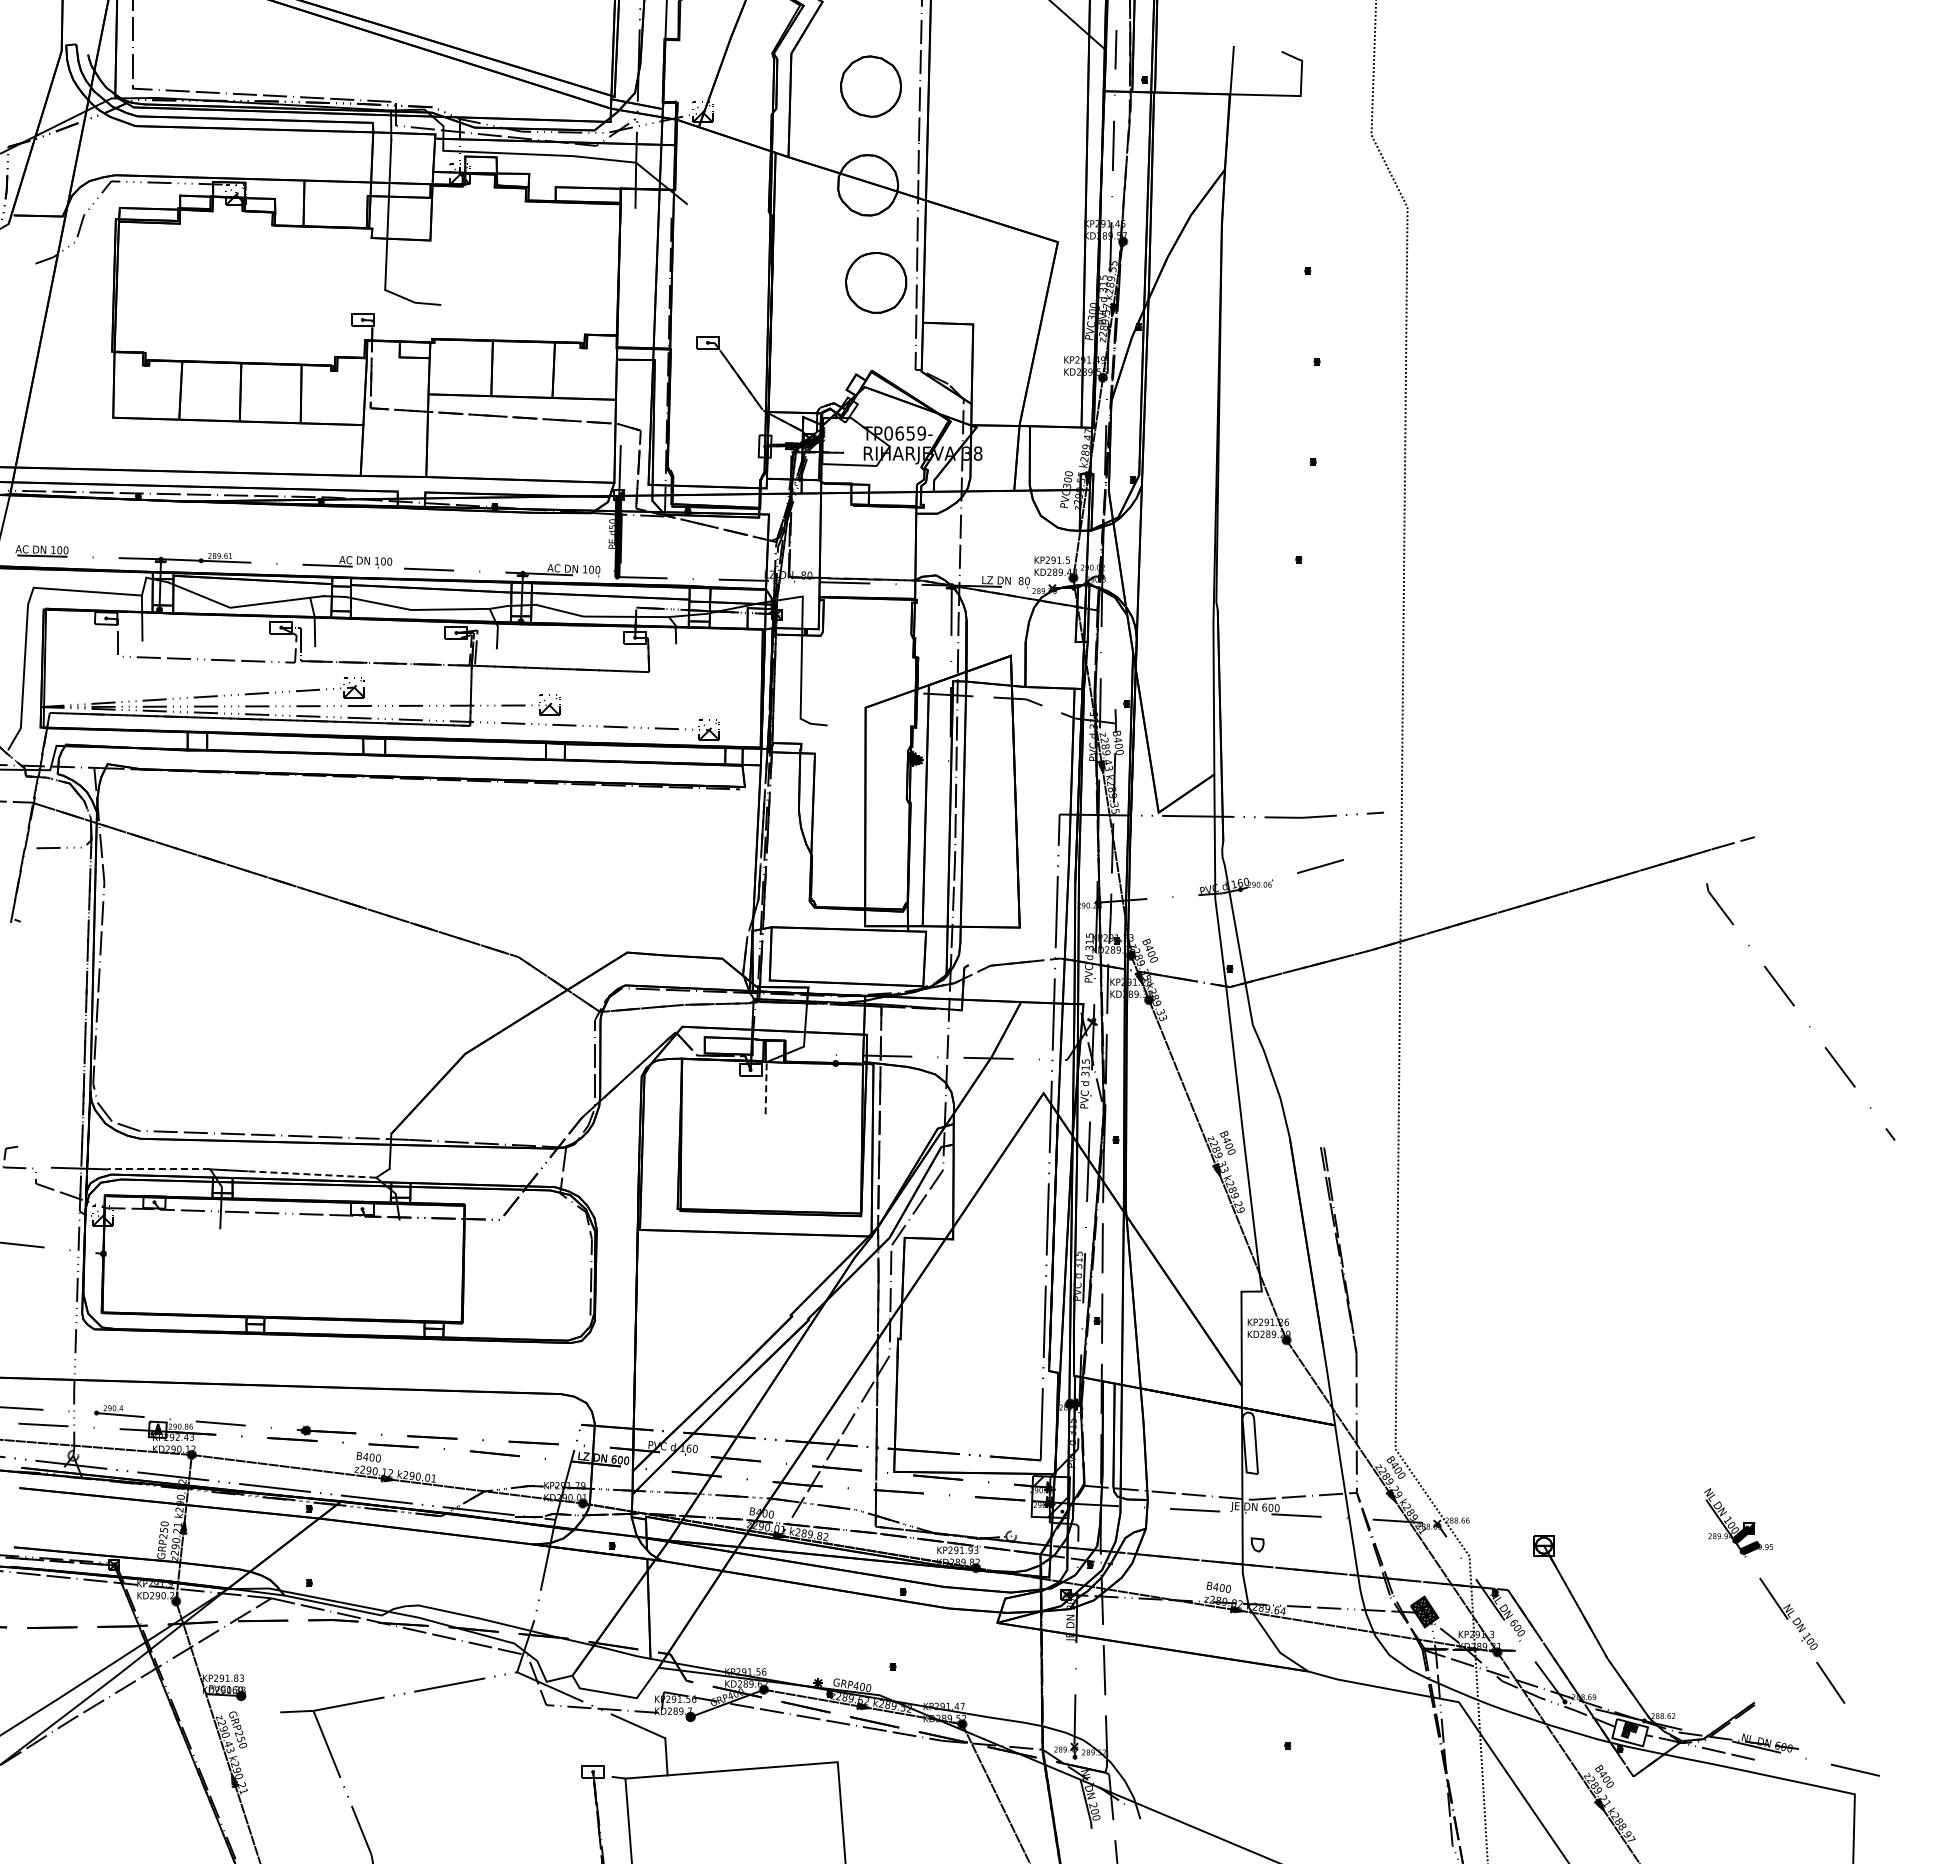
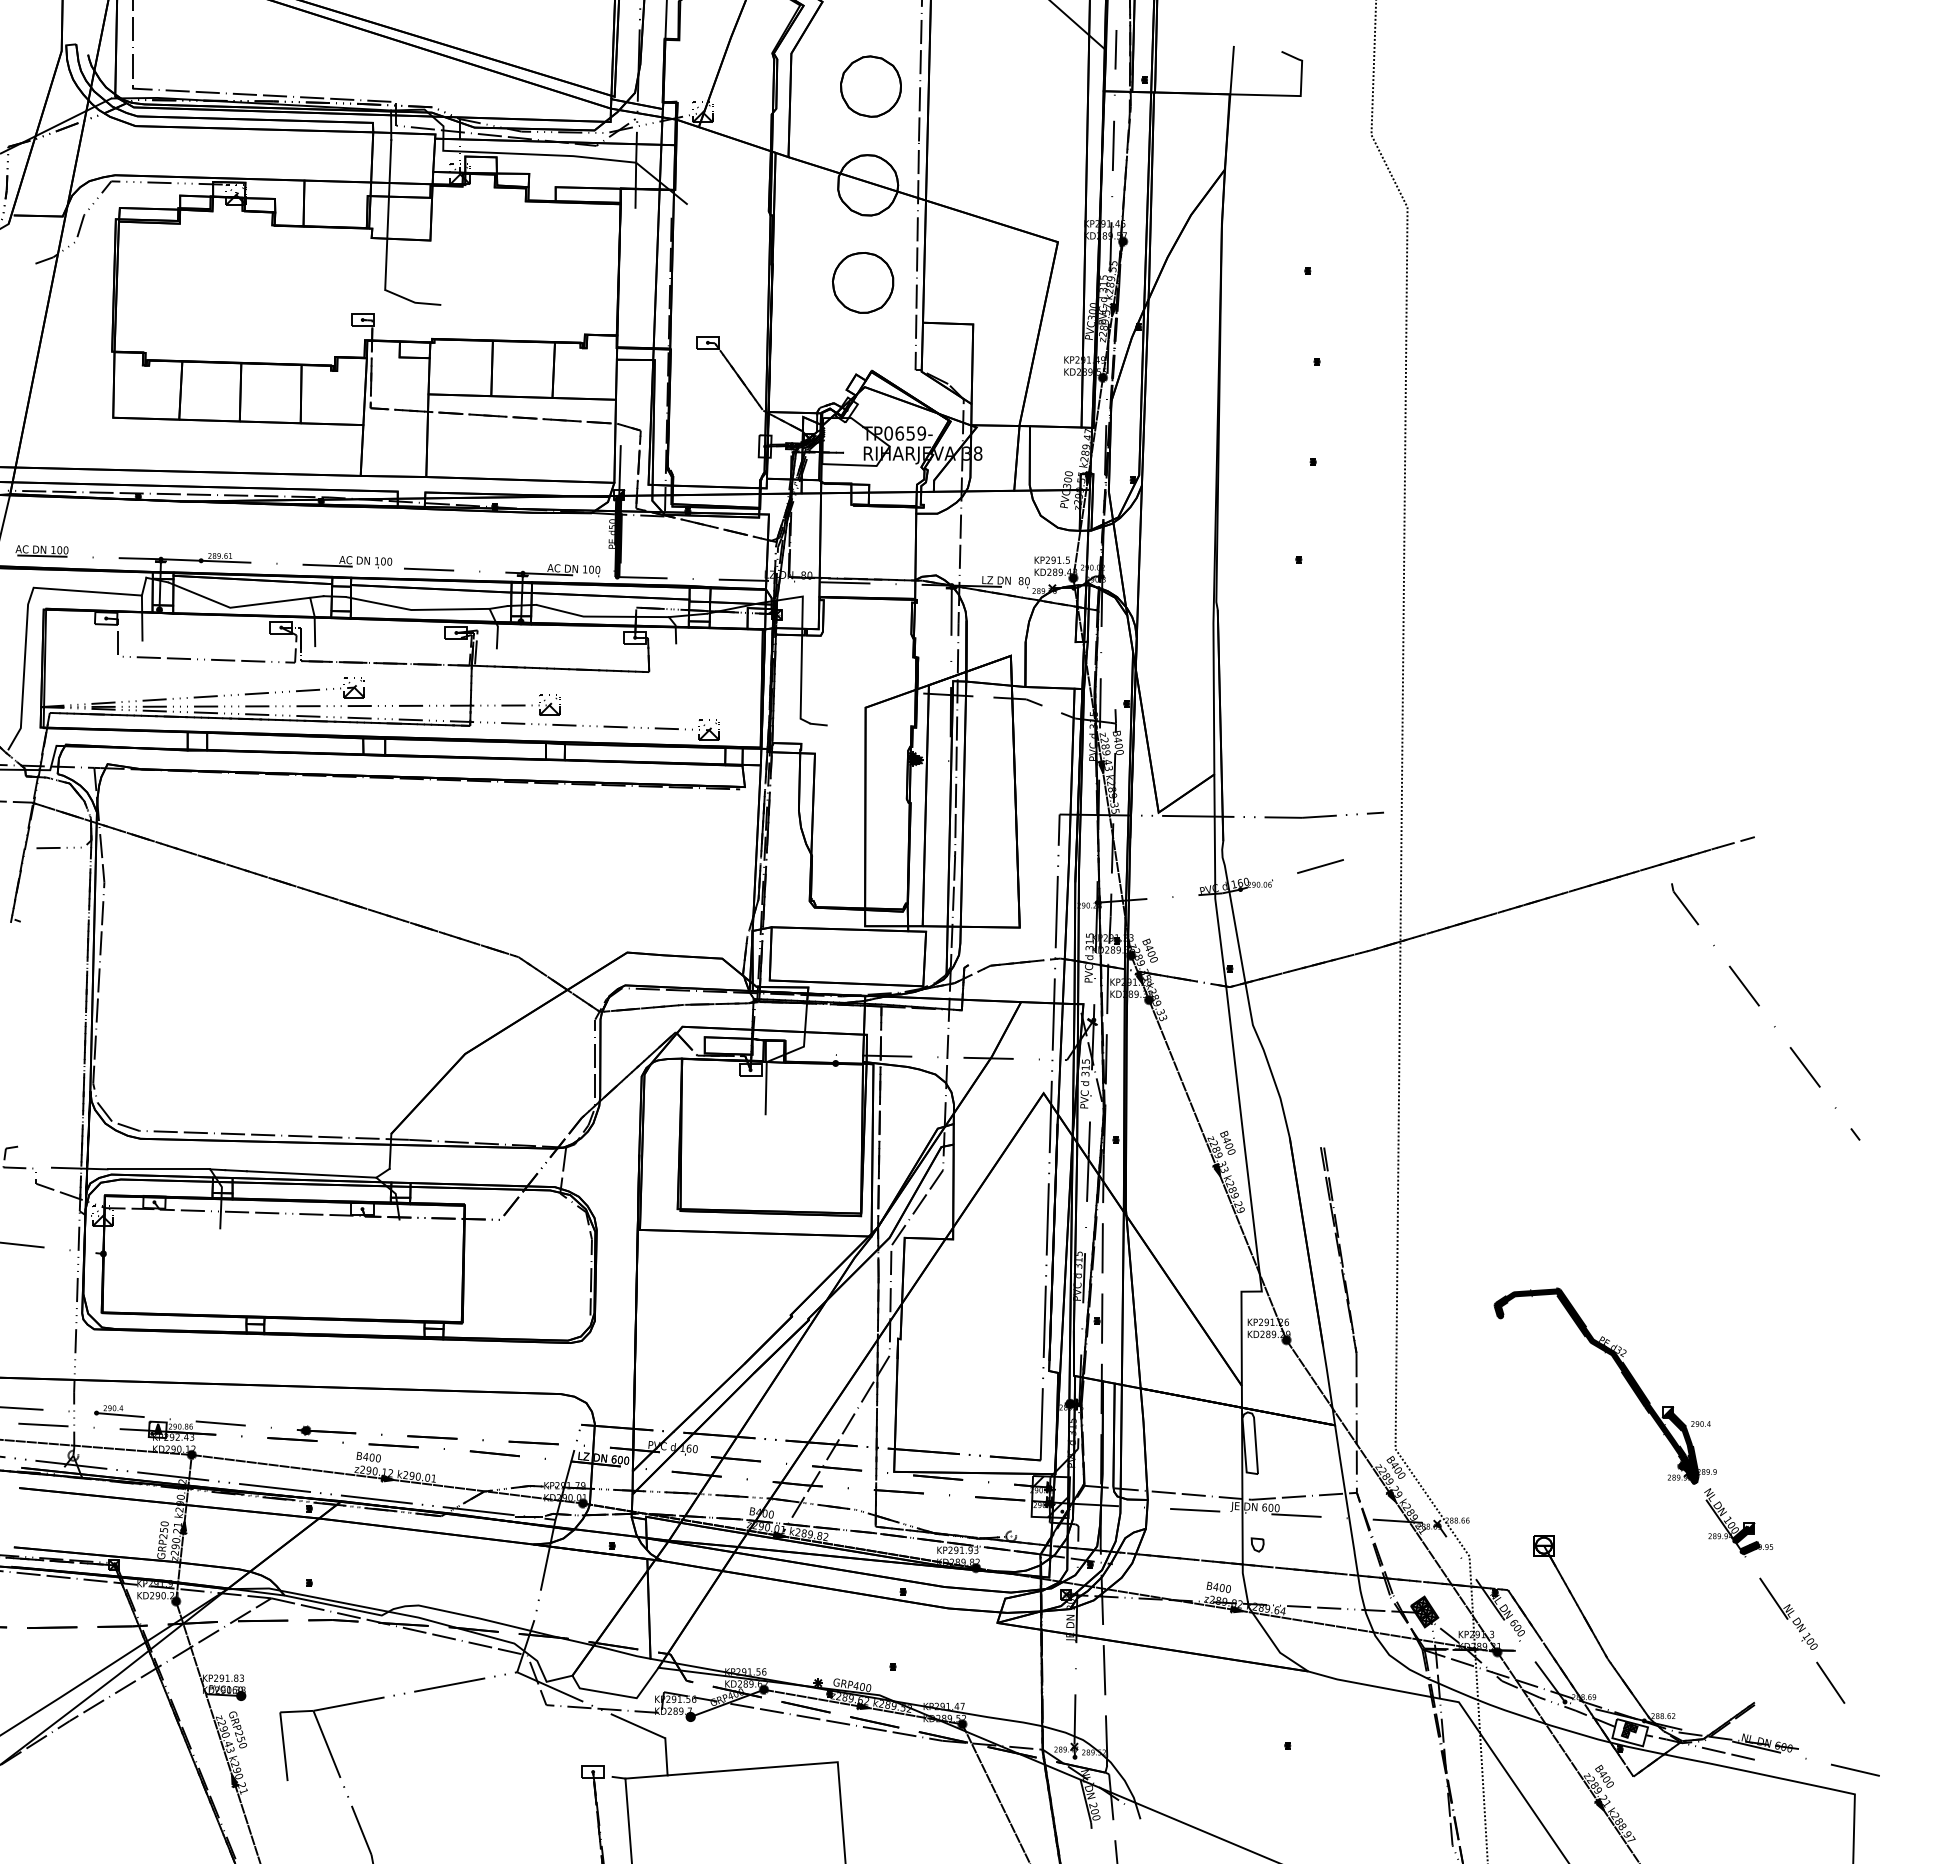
part at (876, 282) position: (876, 282) -> (863, 282)
line at (1794, 1006) position: (1794, 1006) -> (1759, 1006)
line at (766, 1087): dashed -> solid
line at (158, 1169): dashed -> solid
line at (311, 1174): dashed -> solid
part at (1622, 1375): none -> present
line at (283, 1746): none -> present
